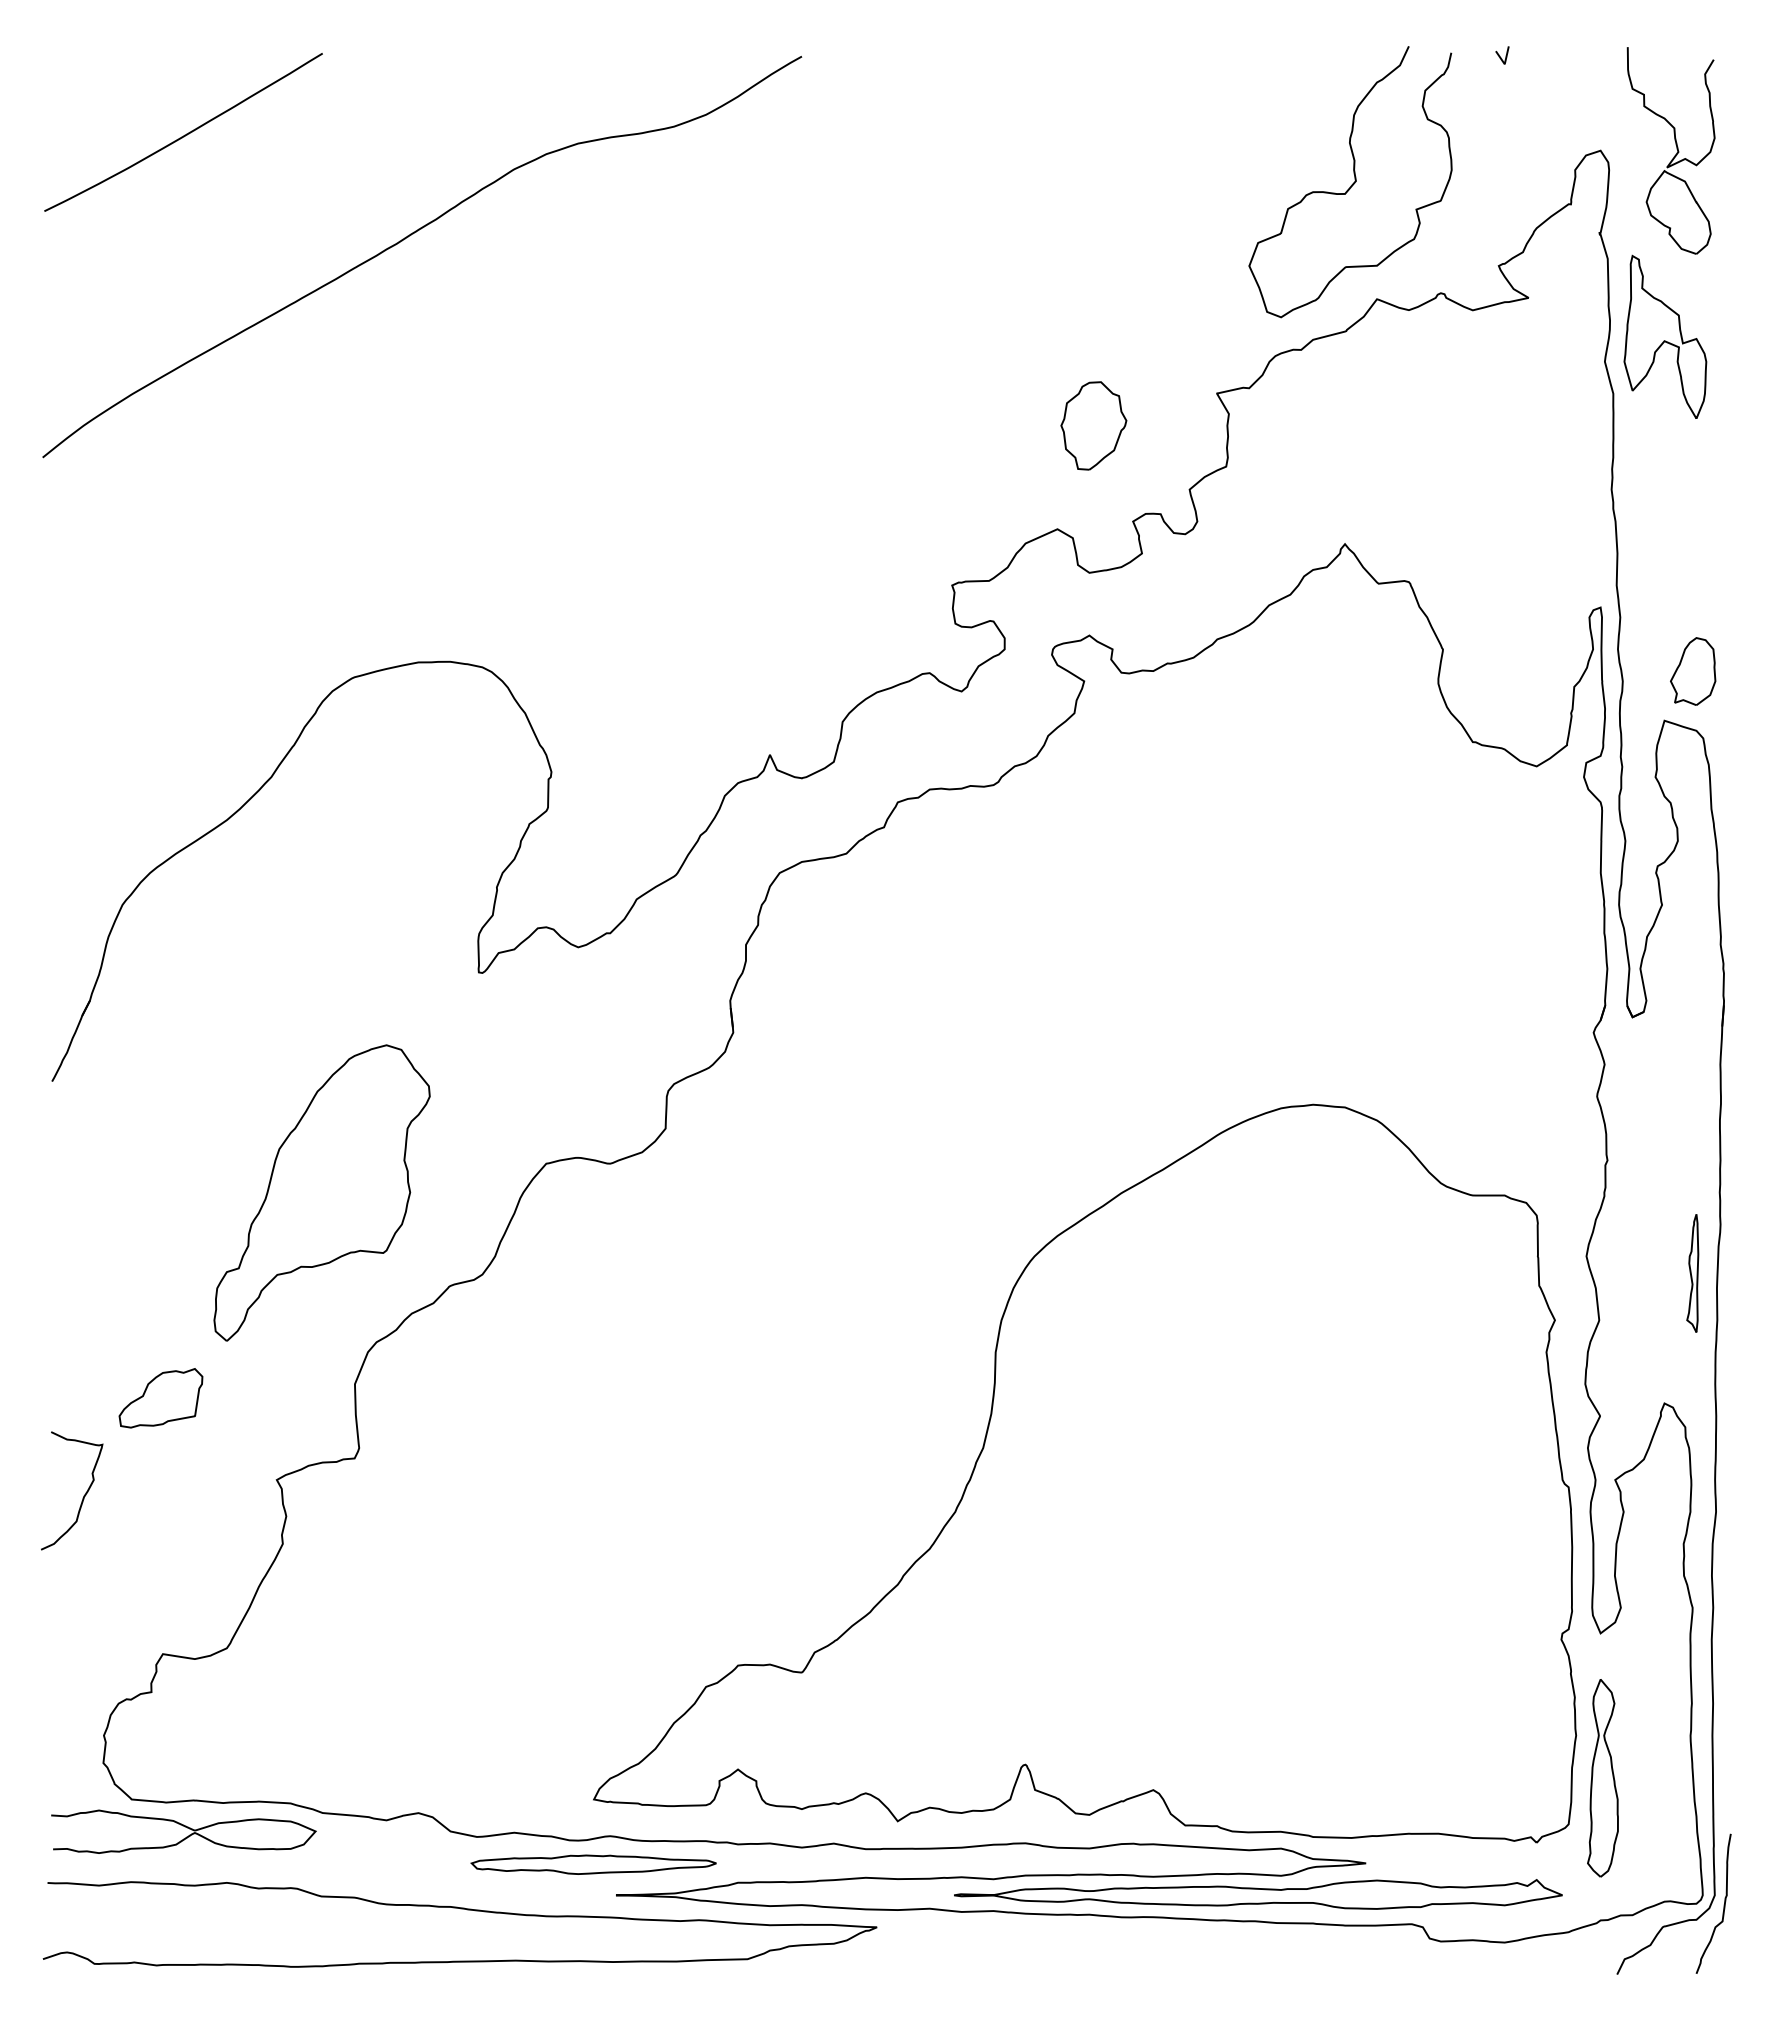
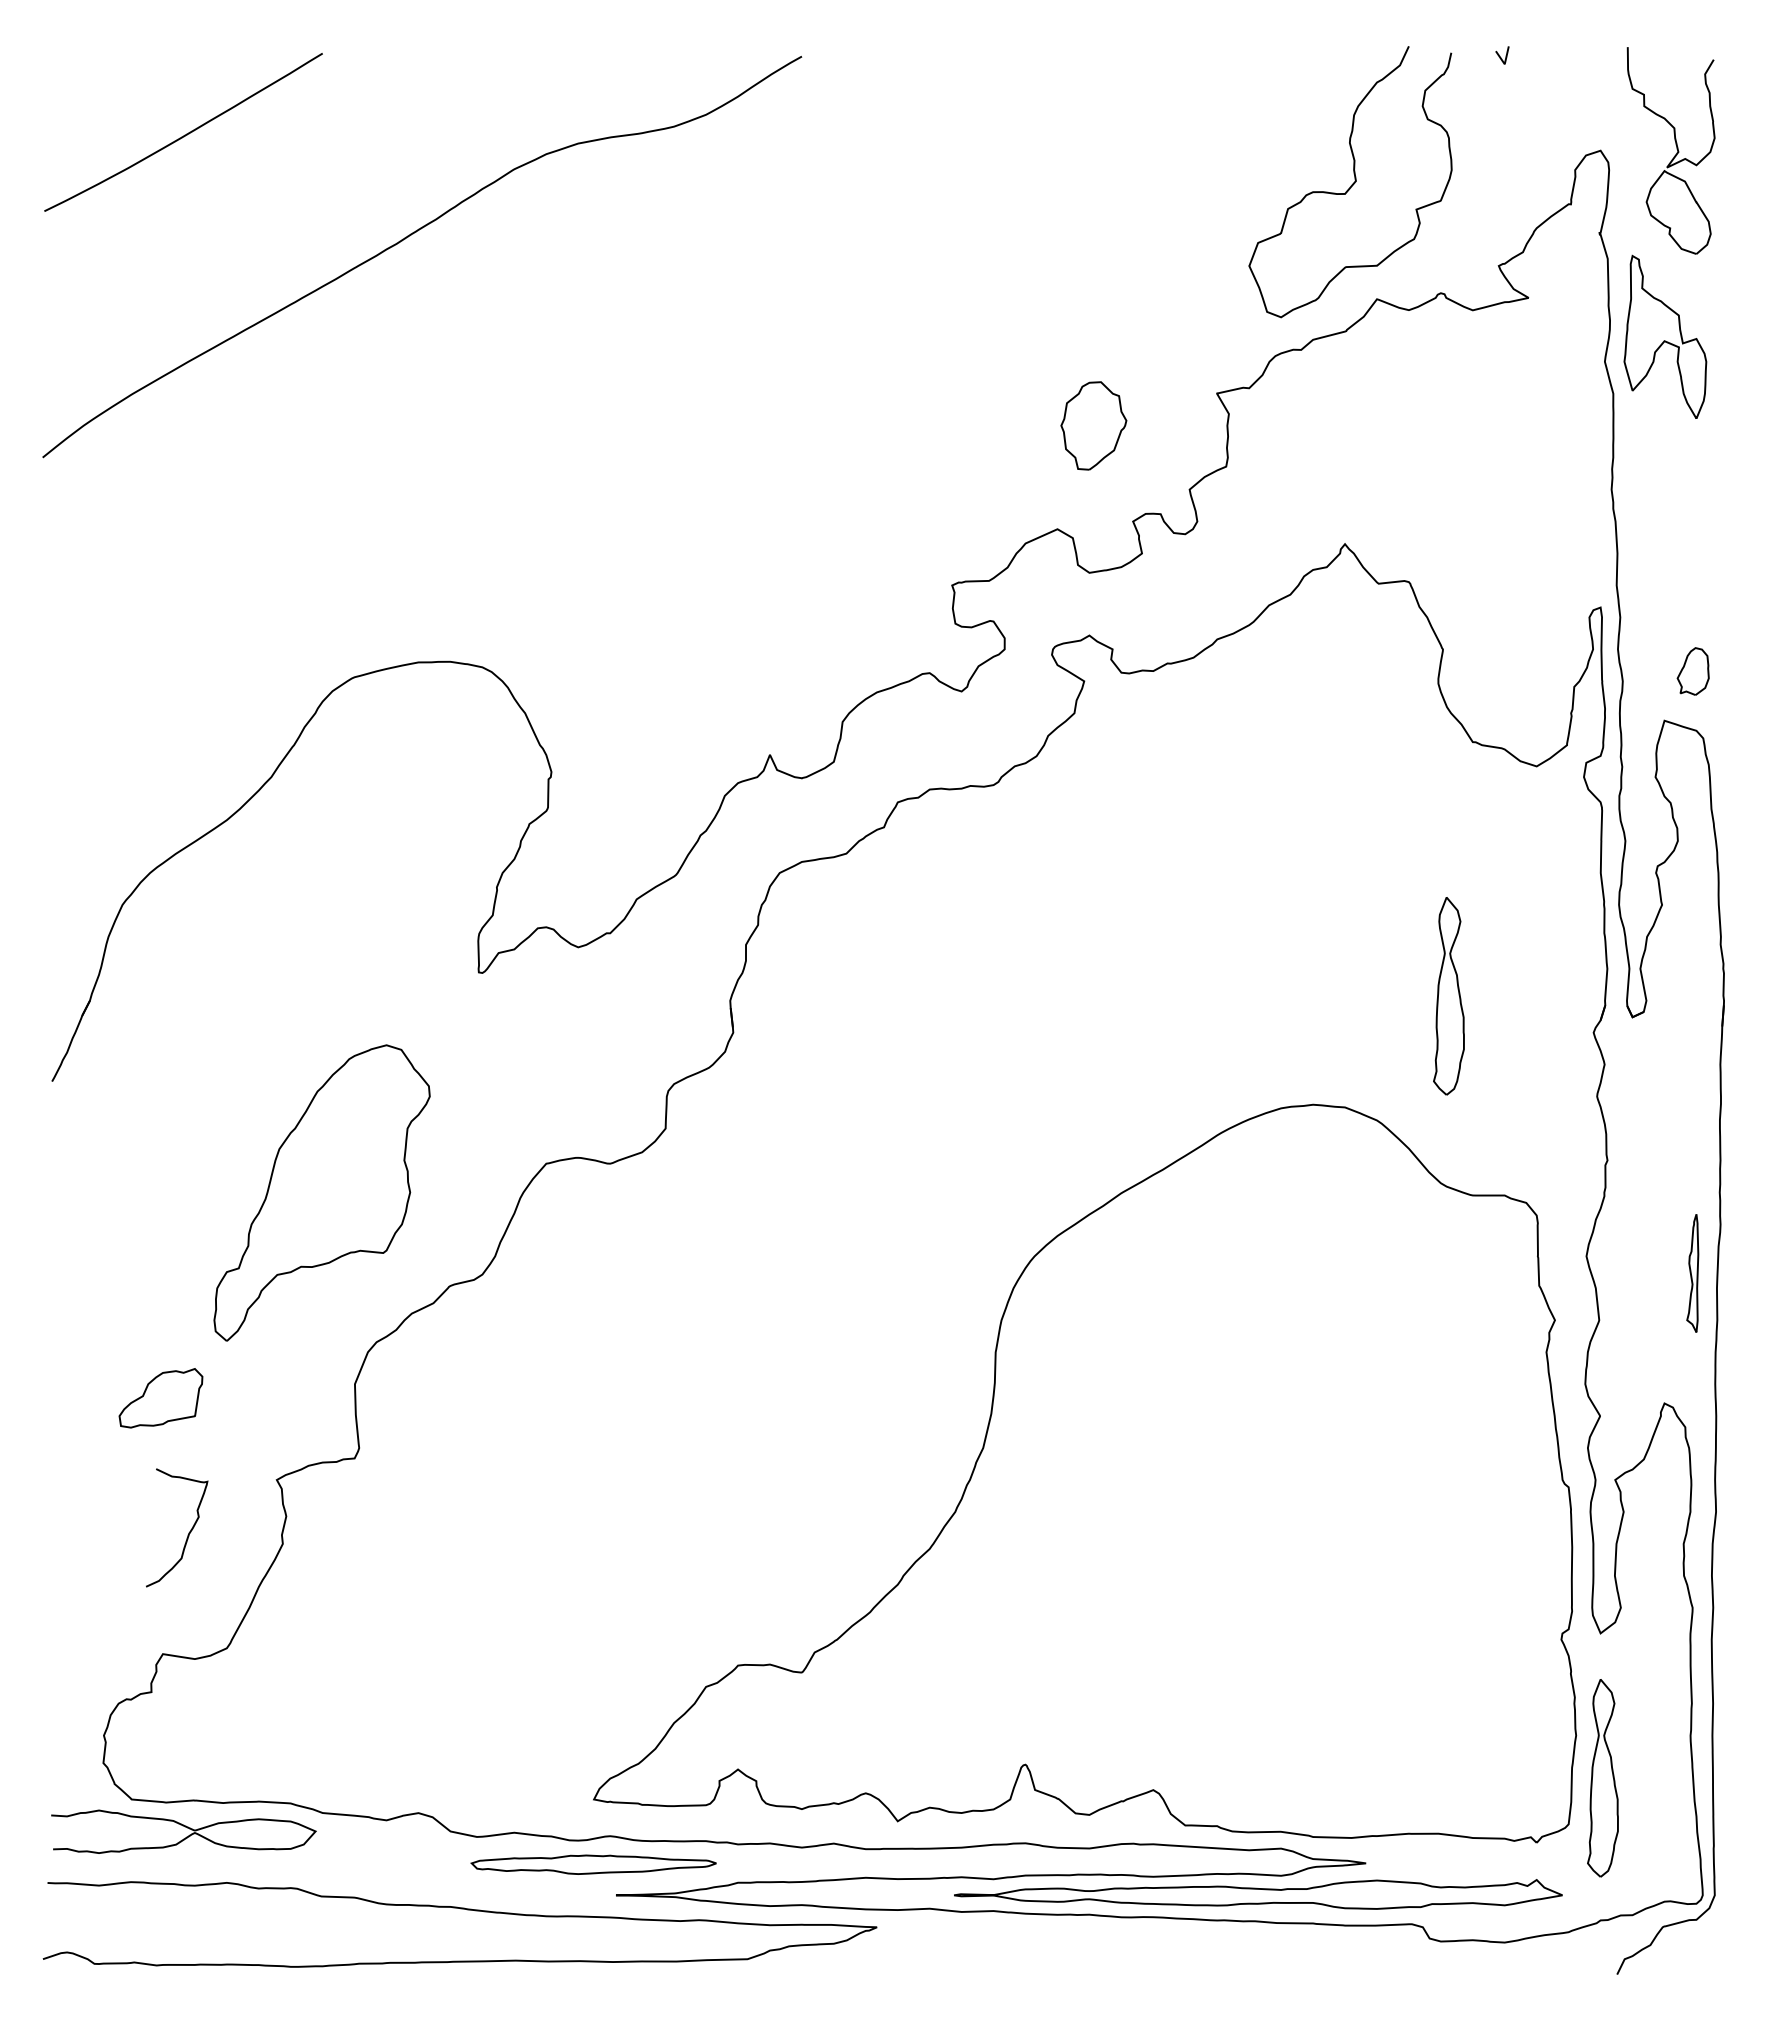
part at (1693, 671) size: 47x69 px -> 34x49 px
part at (1448, 996): none -> present
curve at (83, 1495) position: (83, 1495) -> (188, 1532)
curve at (1723, 1904): present -> none
